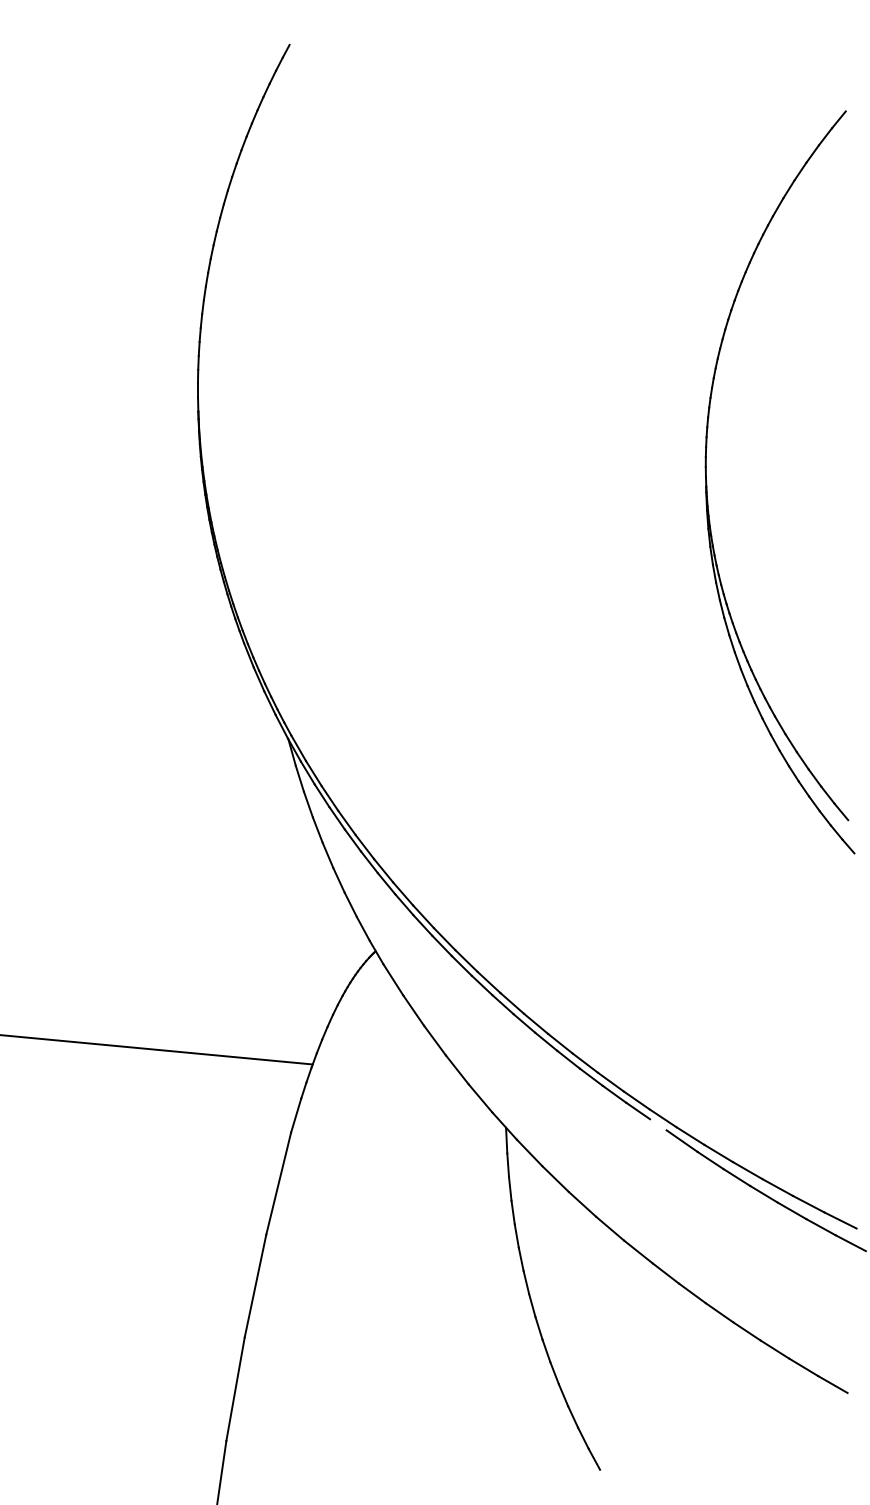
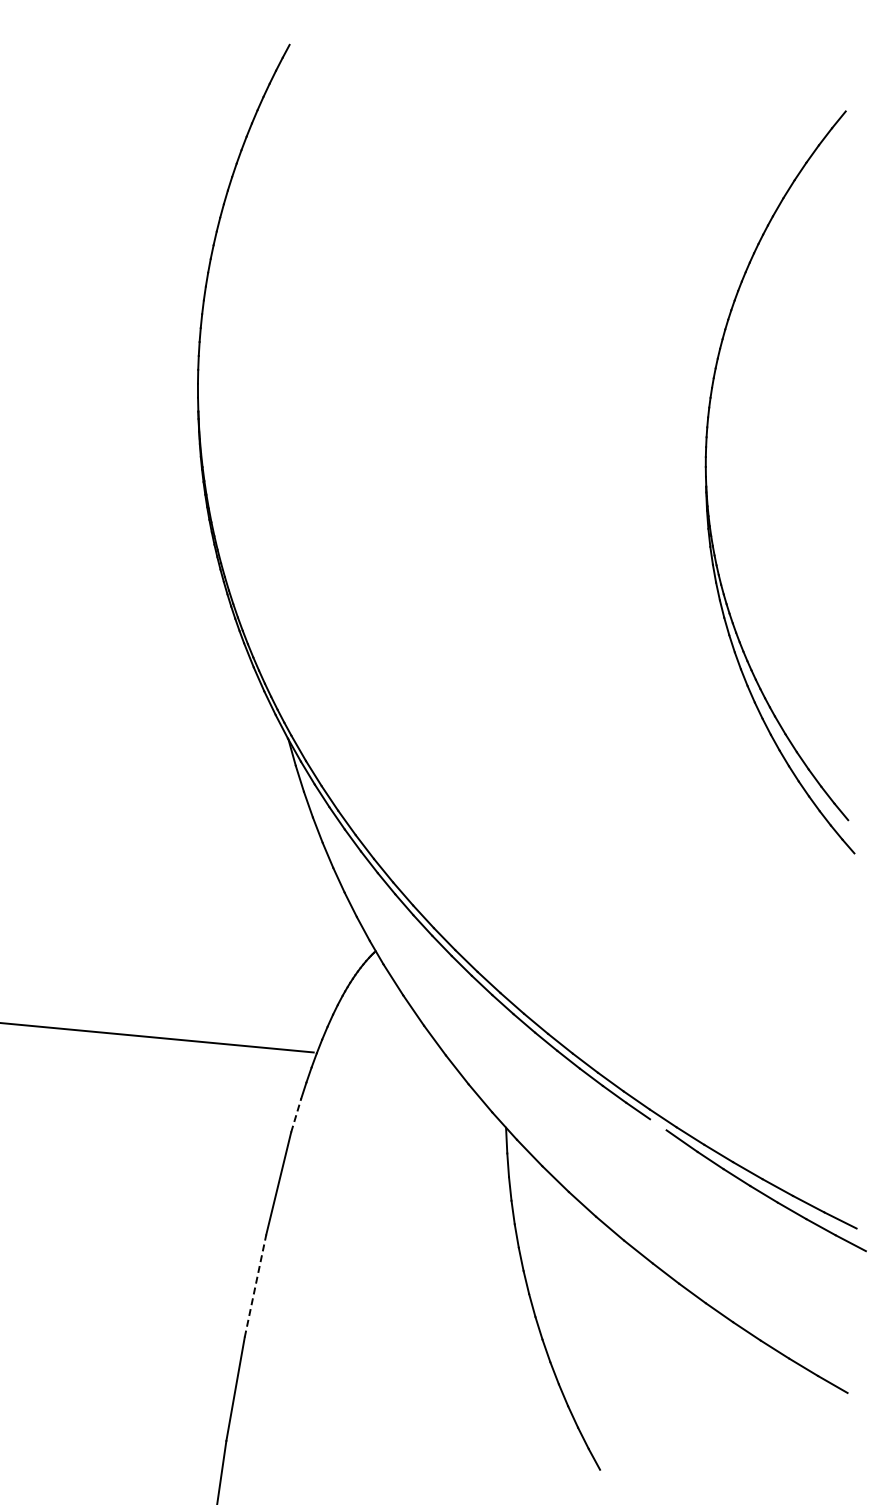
line at (157, 1049) position: (157, 1049) -> (157, 1037)
line at (296, 1115): solid -> dashed
line at (255, 1286): solid -> dashed
